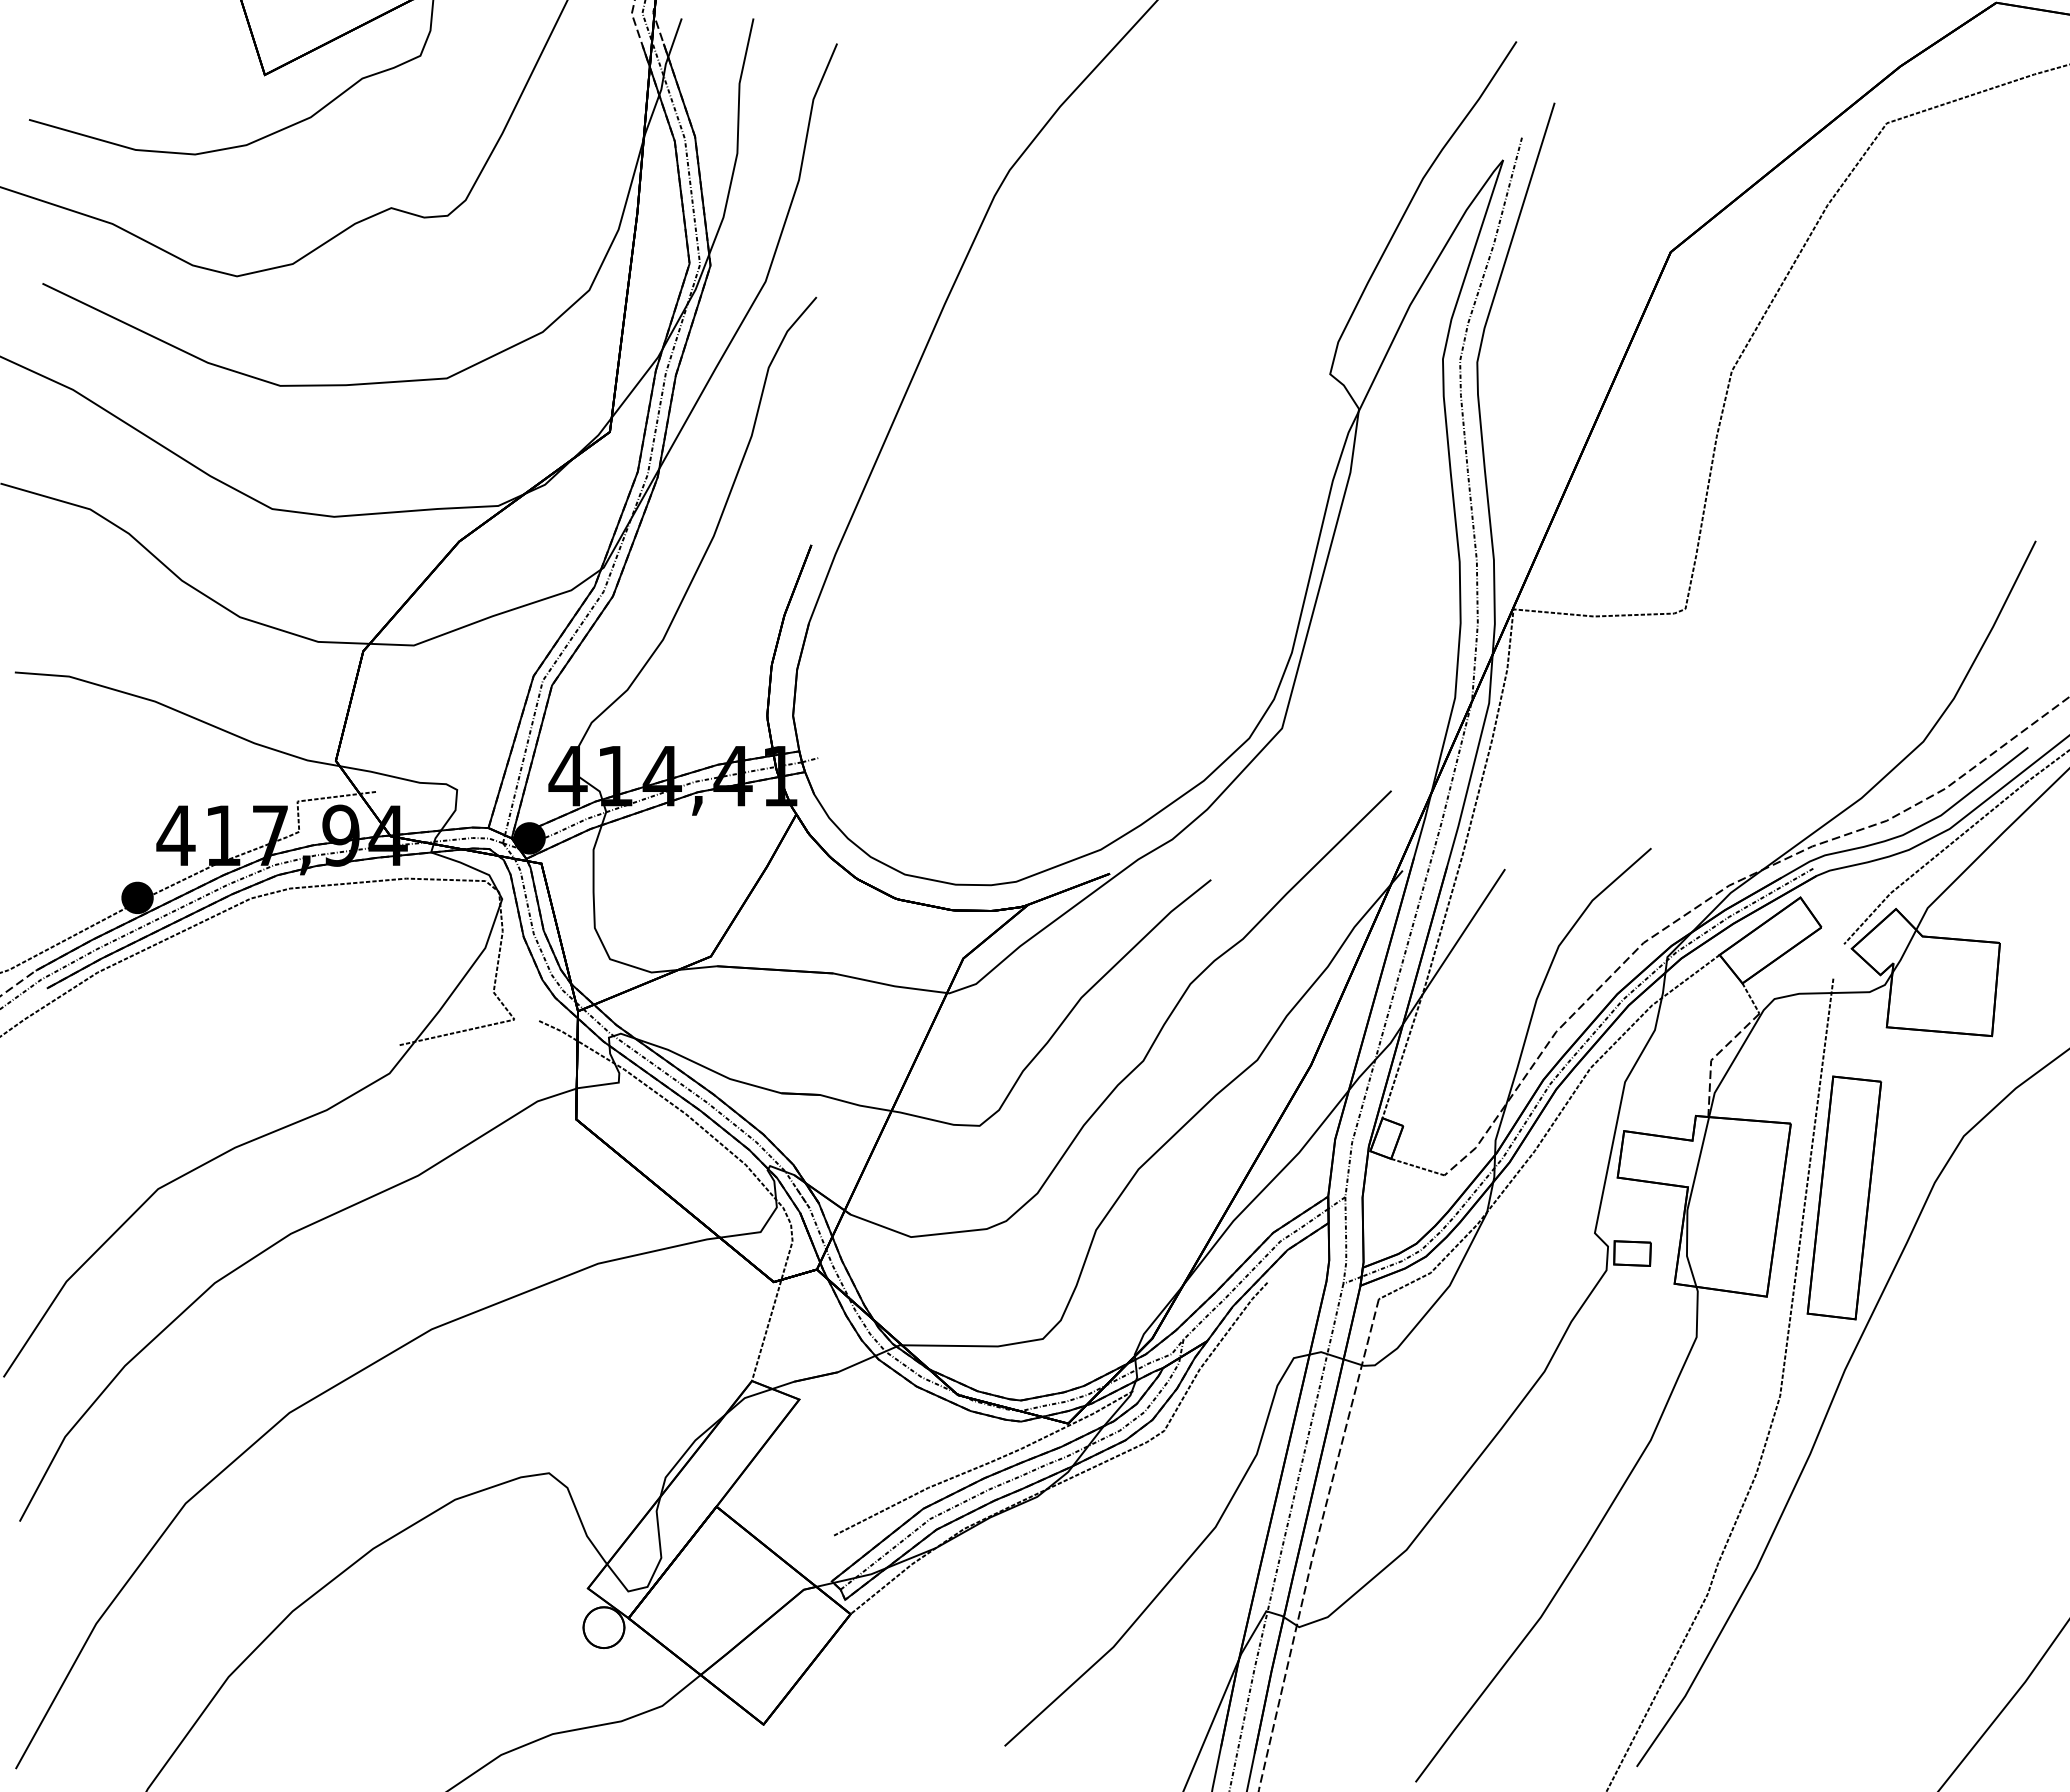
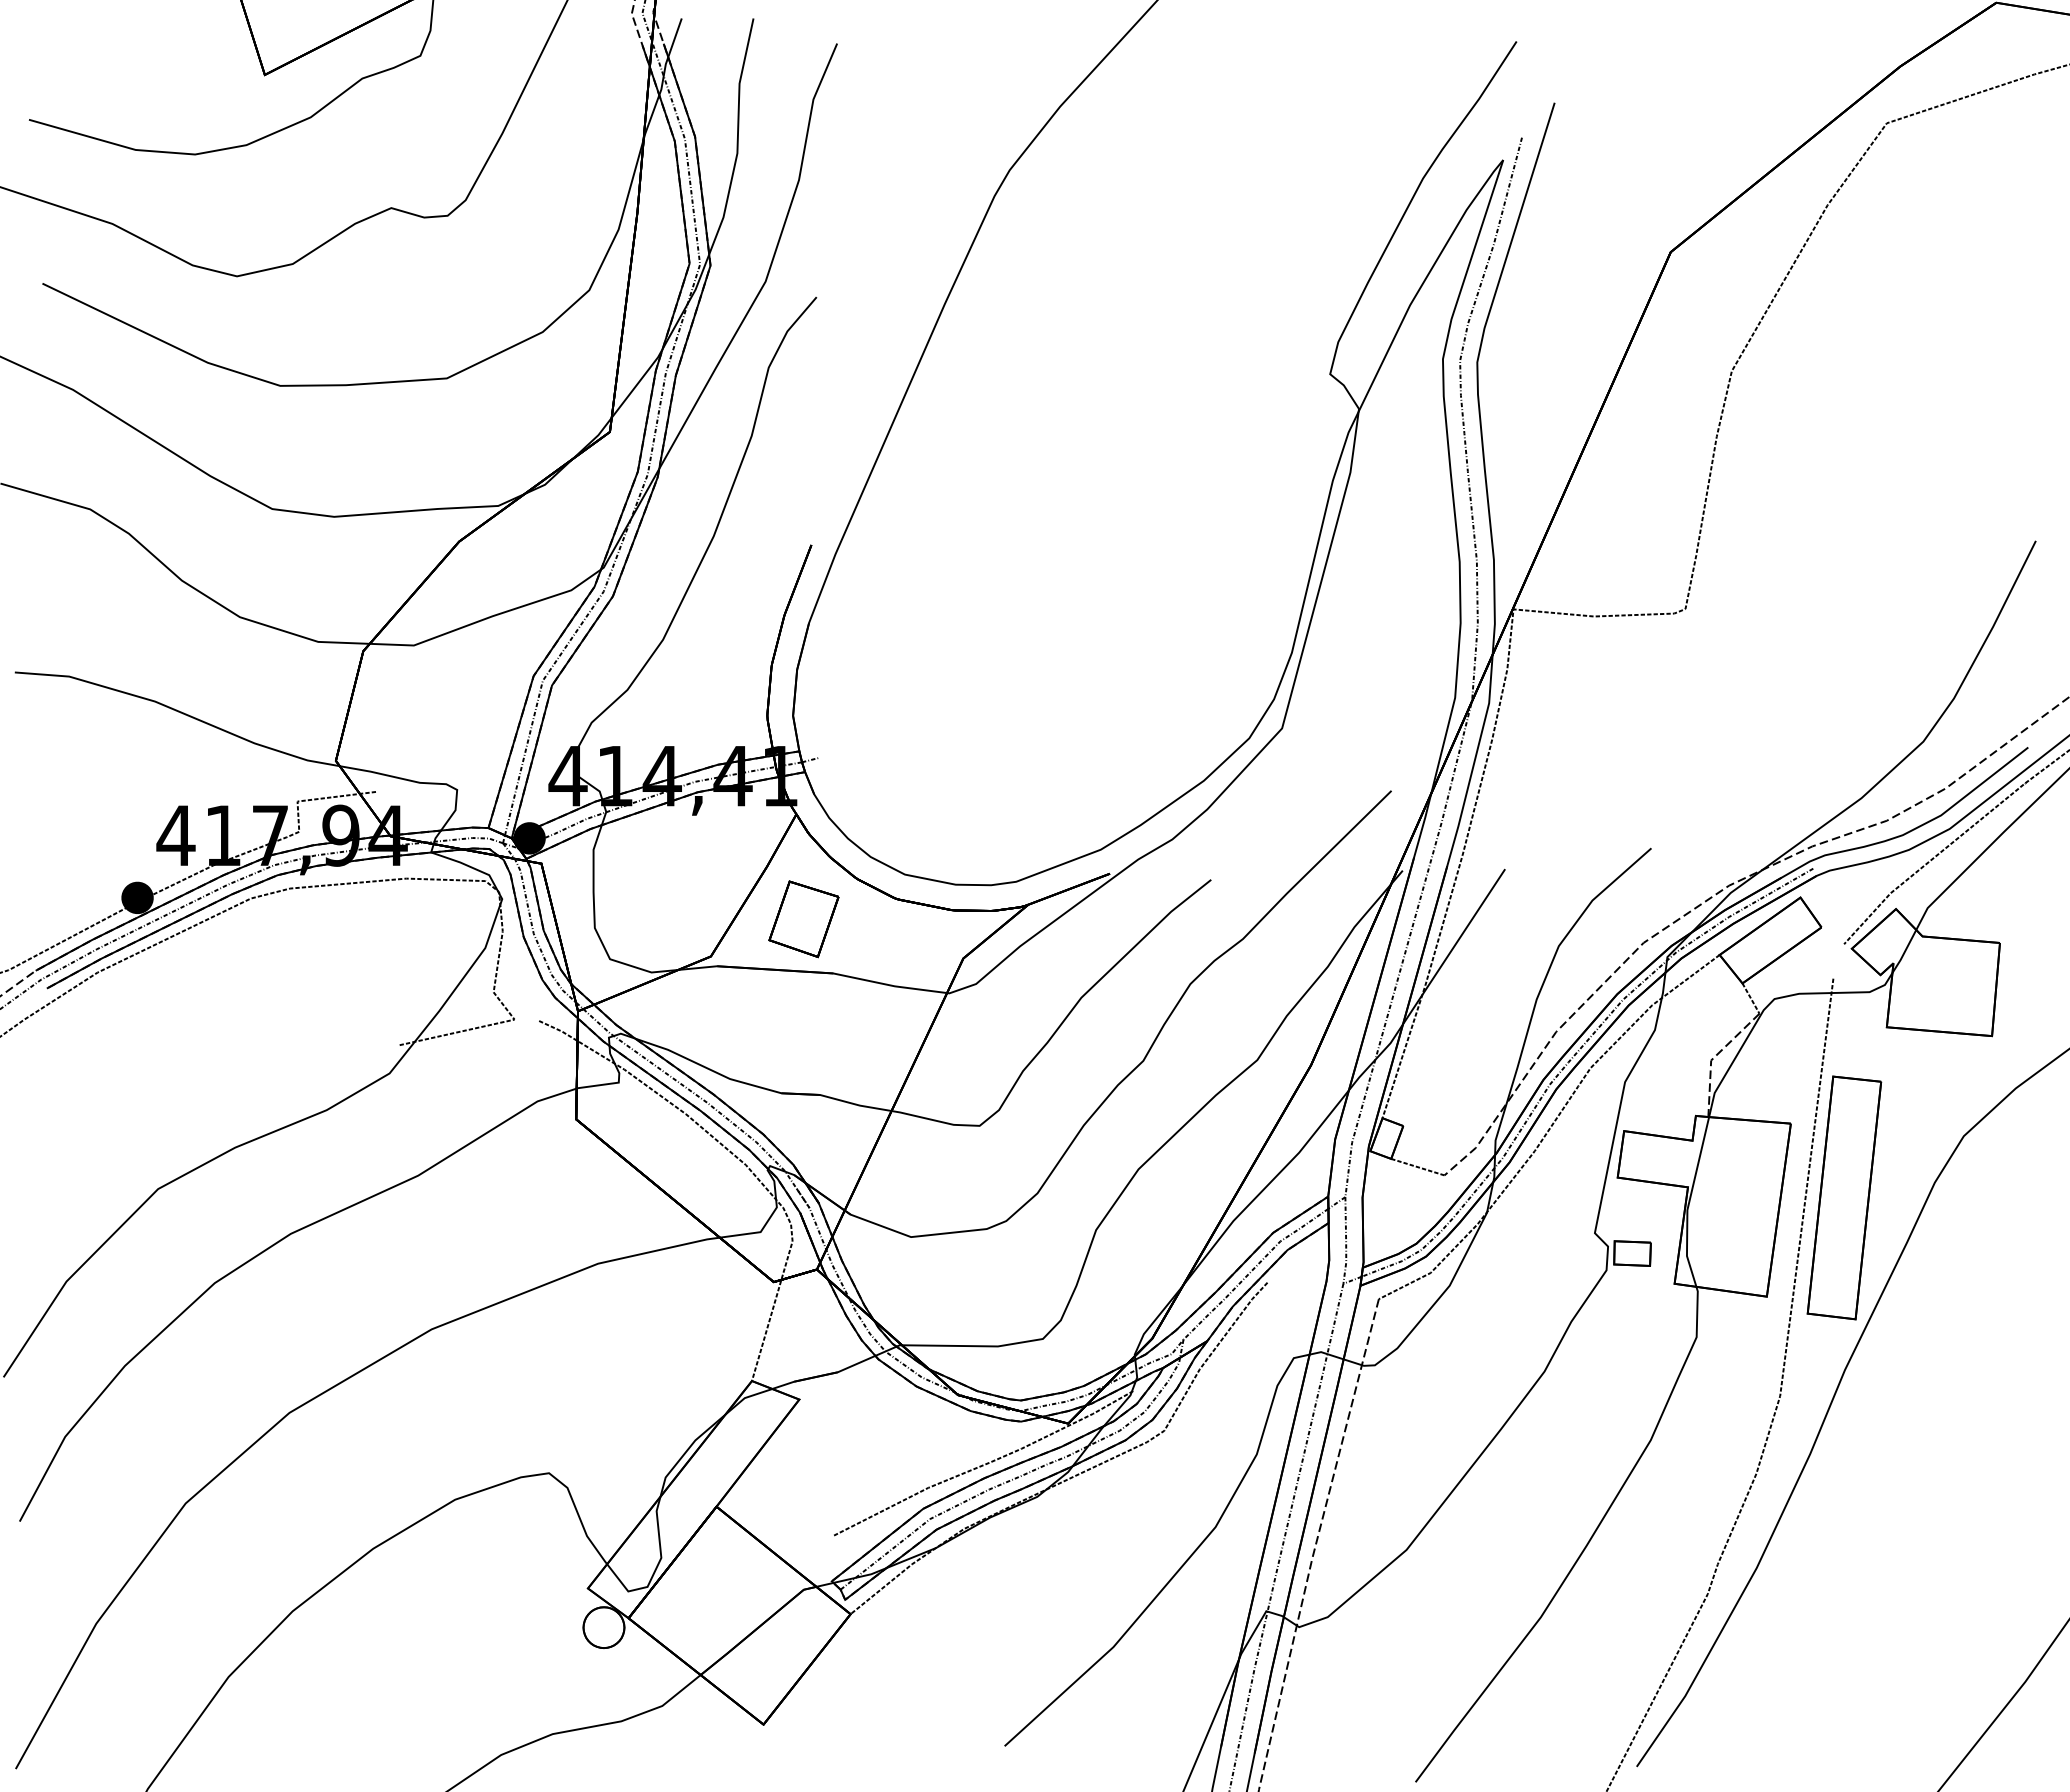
part at (803, 919): none -> present
